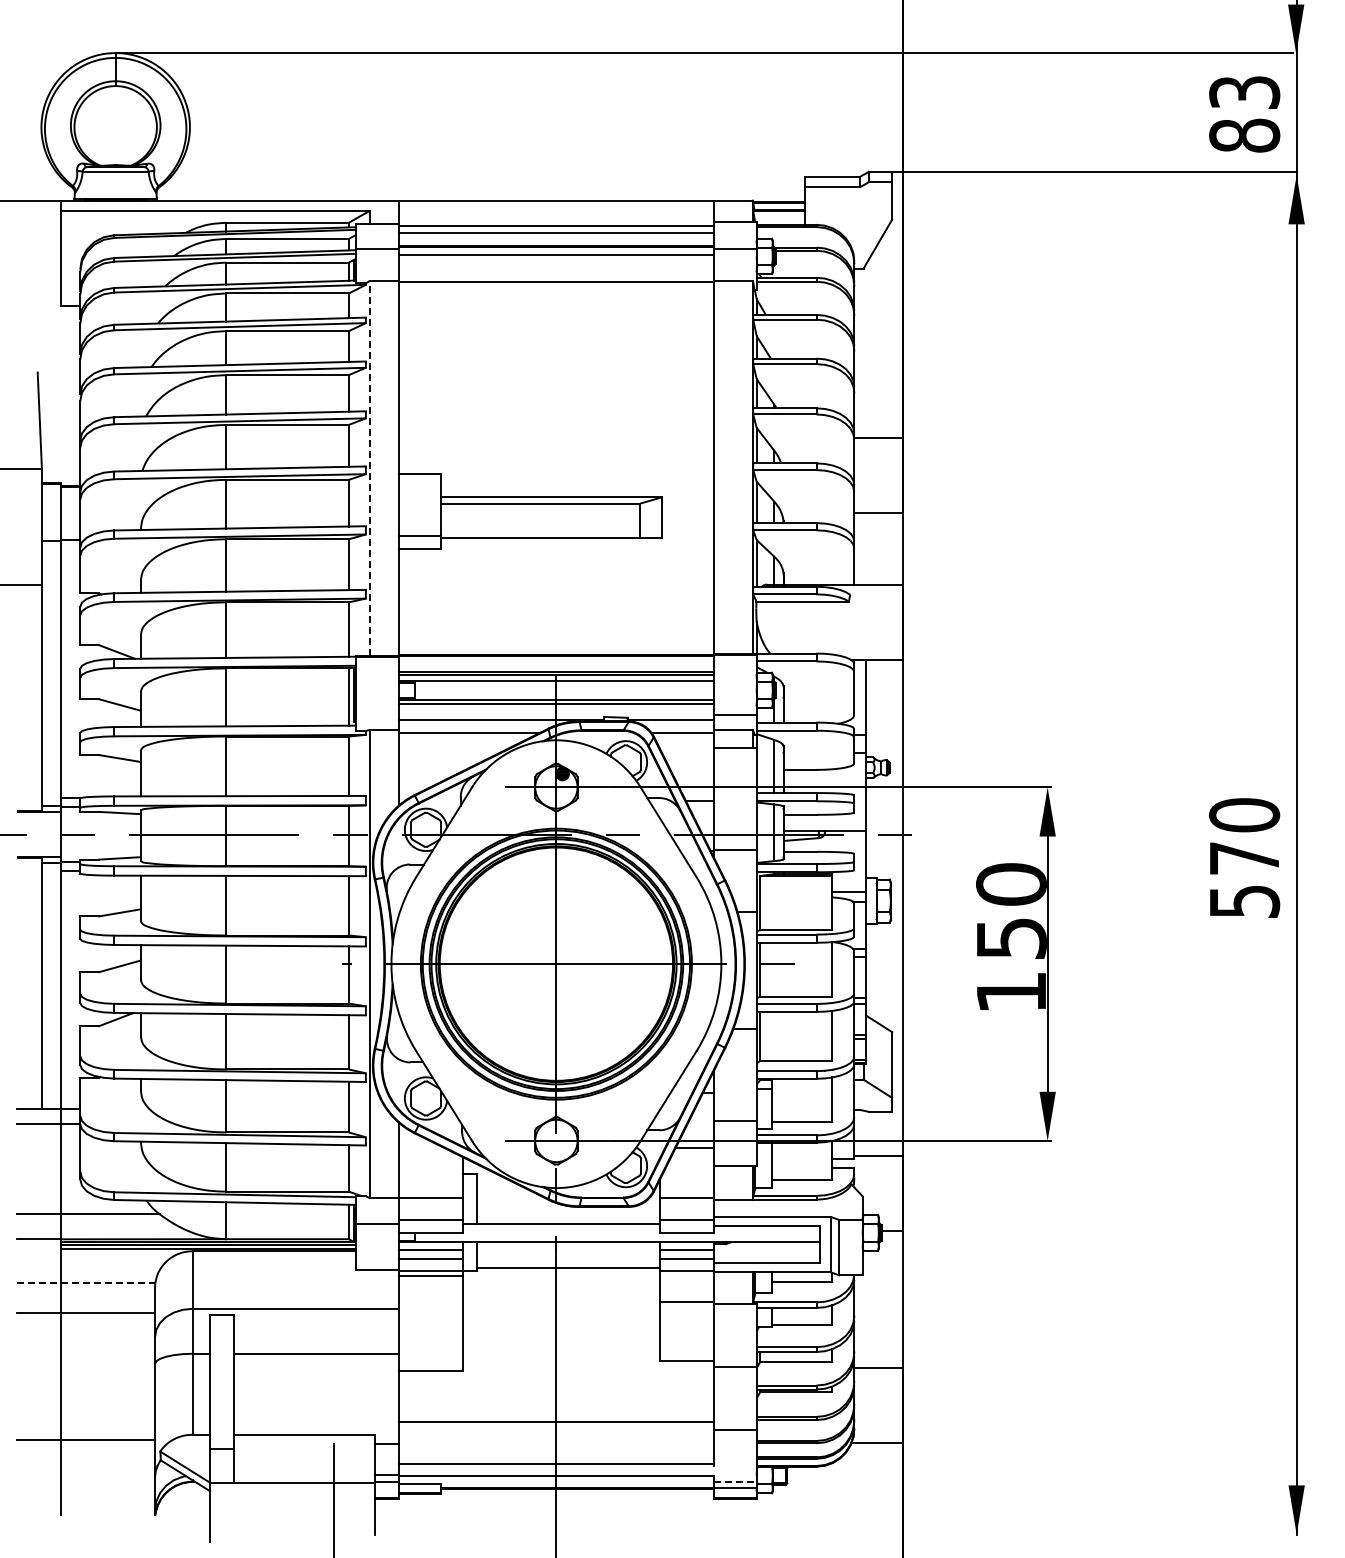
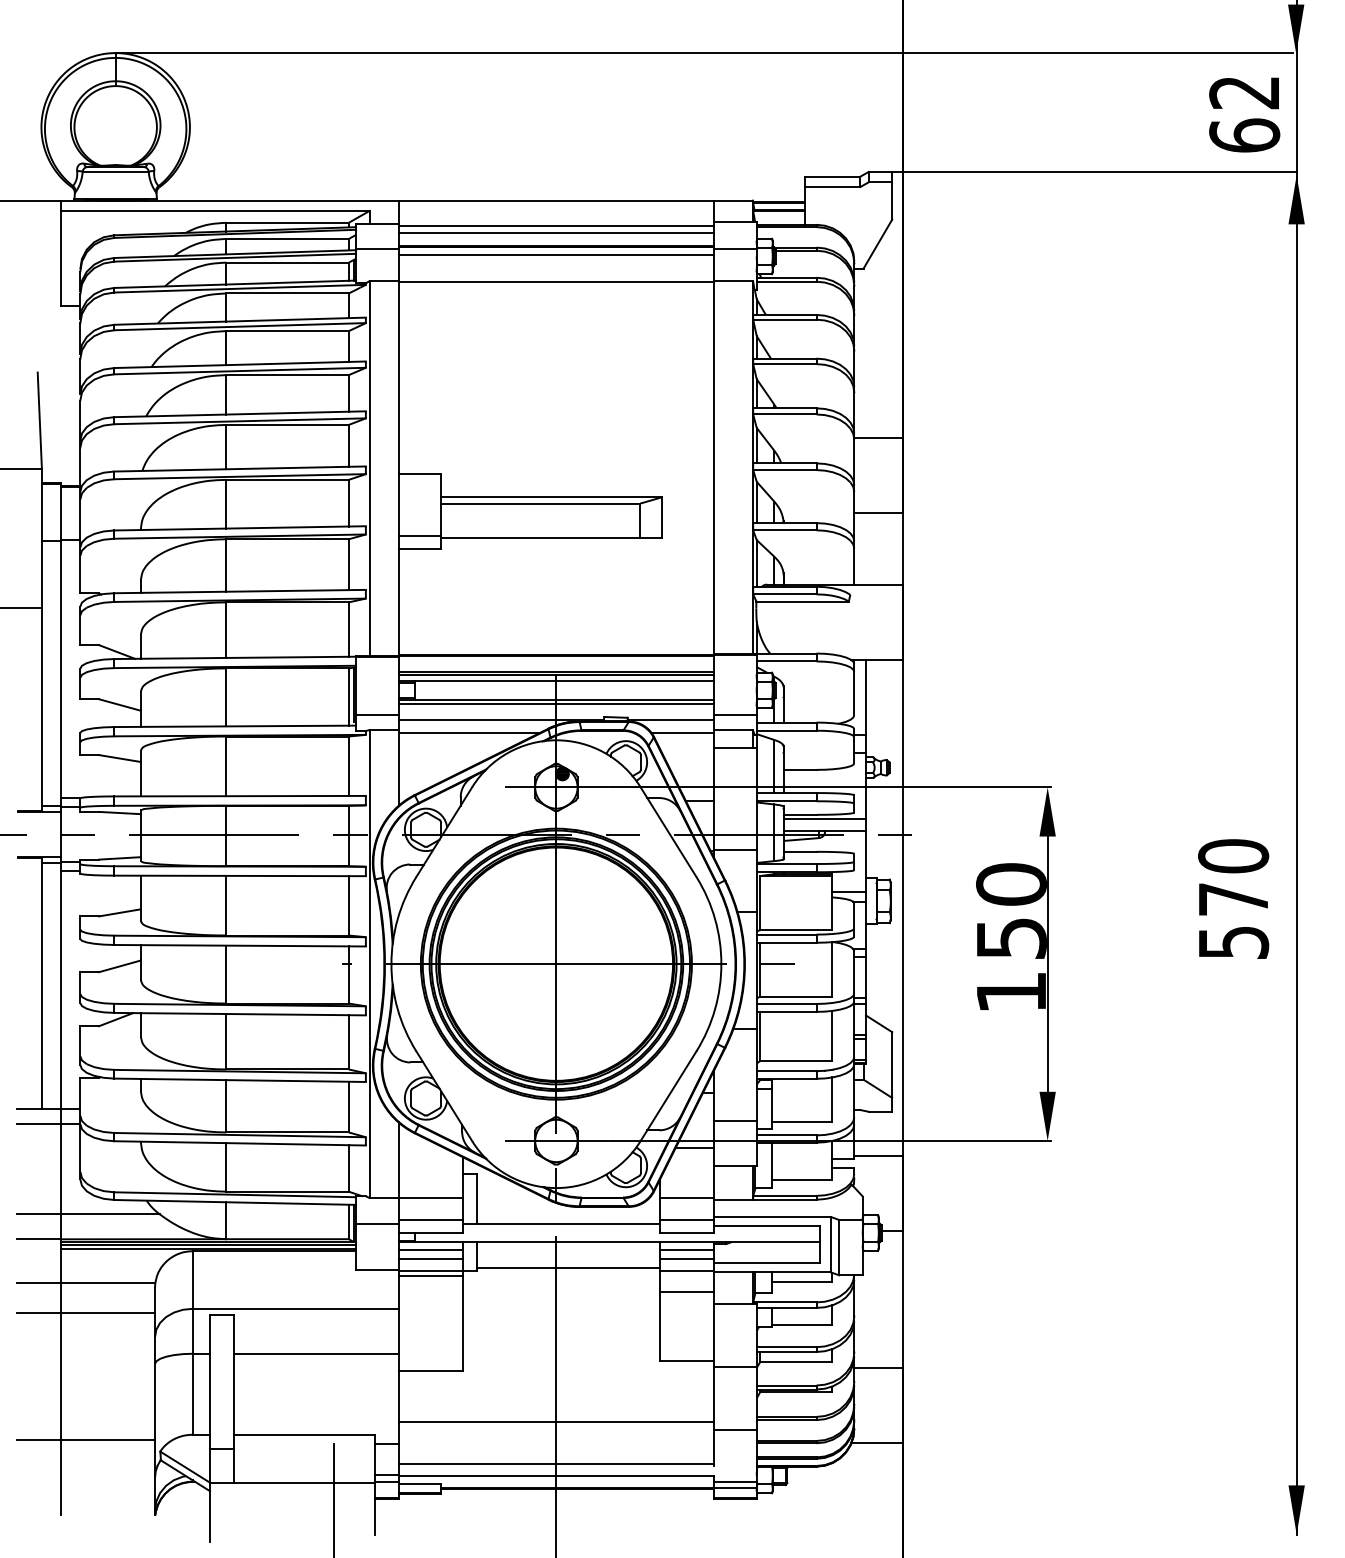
text at (1244, 114): 83 -> 62
line at (370, 468): dashed -> solid
line at (21, 585) position: (21, 585) -> (21, 608)
line at (377, 714): none -> present
line at (824, 818): none -> present
text at (1244, 857) position: (1244, 857) -> (1233, 898)
line at (86, 1283): dashed -> solid
line at (686, 1301) position: (686, 1301) -> (686, 1291)
line at (736, 1482): dashed -> solid
